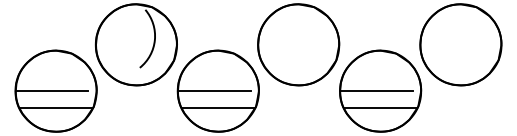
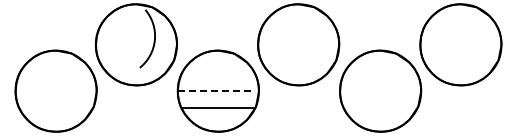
line at (51, 90): present -> none
line at (213, 90): solid -> dashed
line at (376, 90): present -> none
line at (55, 108): present -> none
line at (380, 108): present -> none
